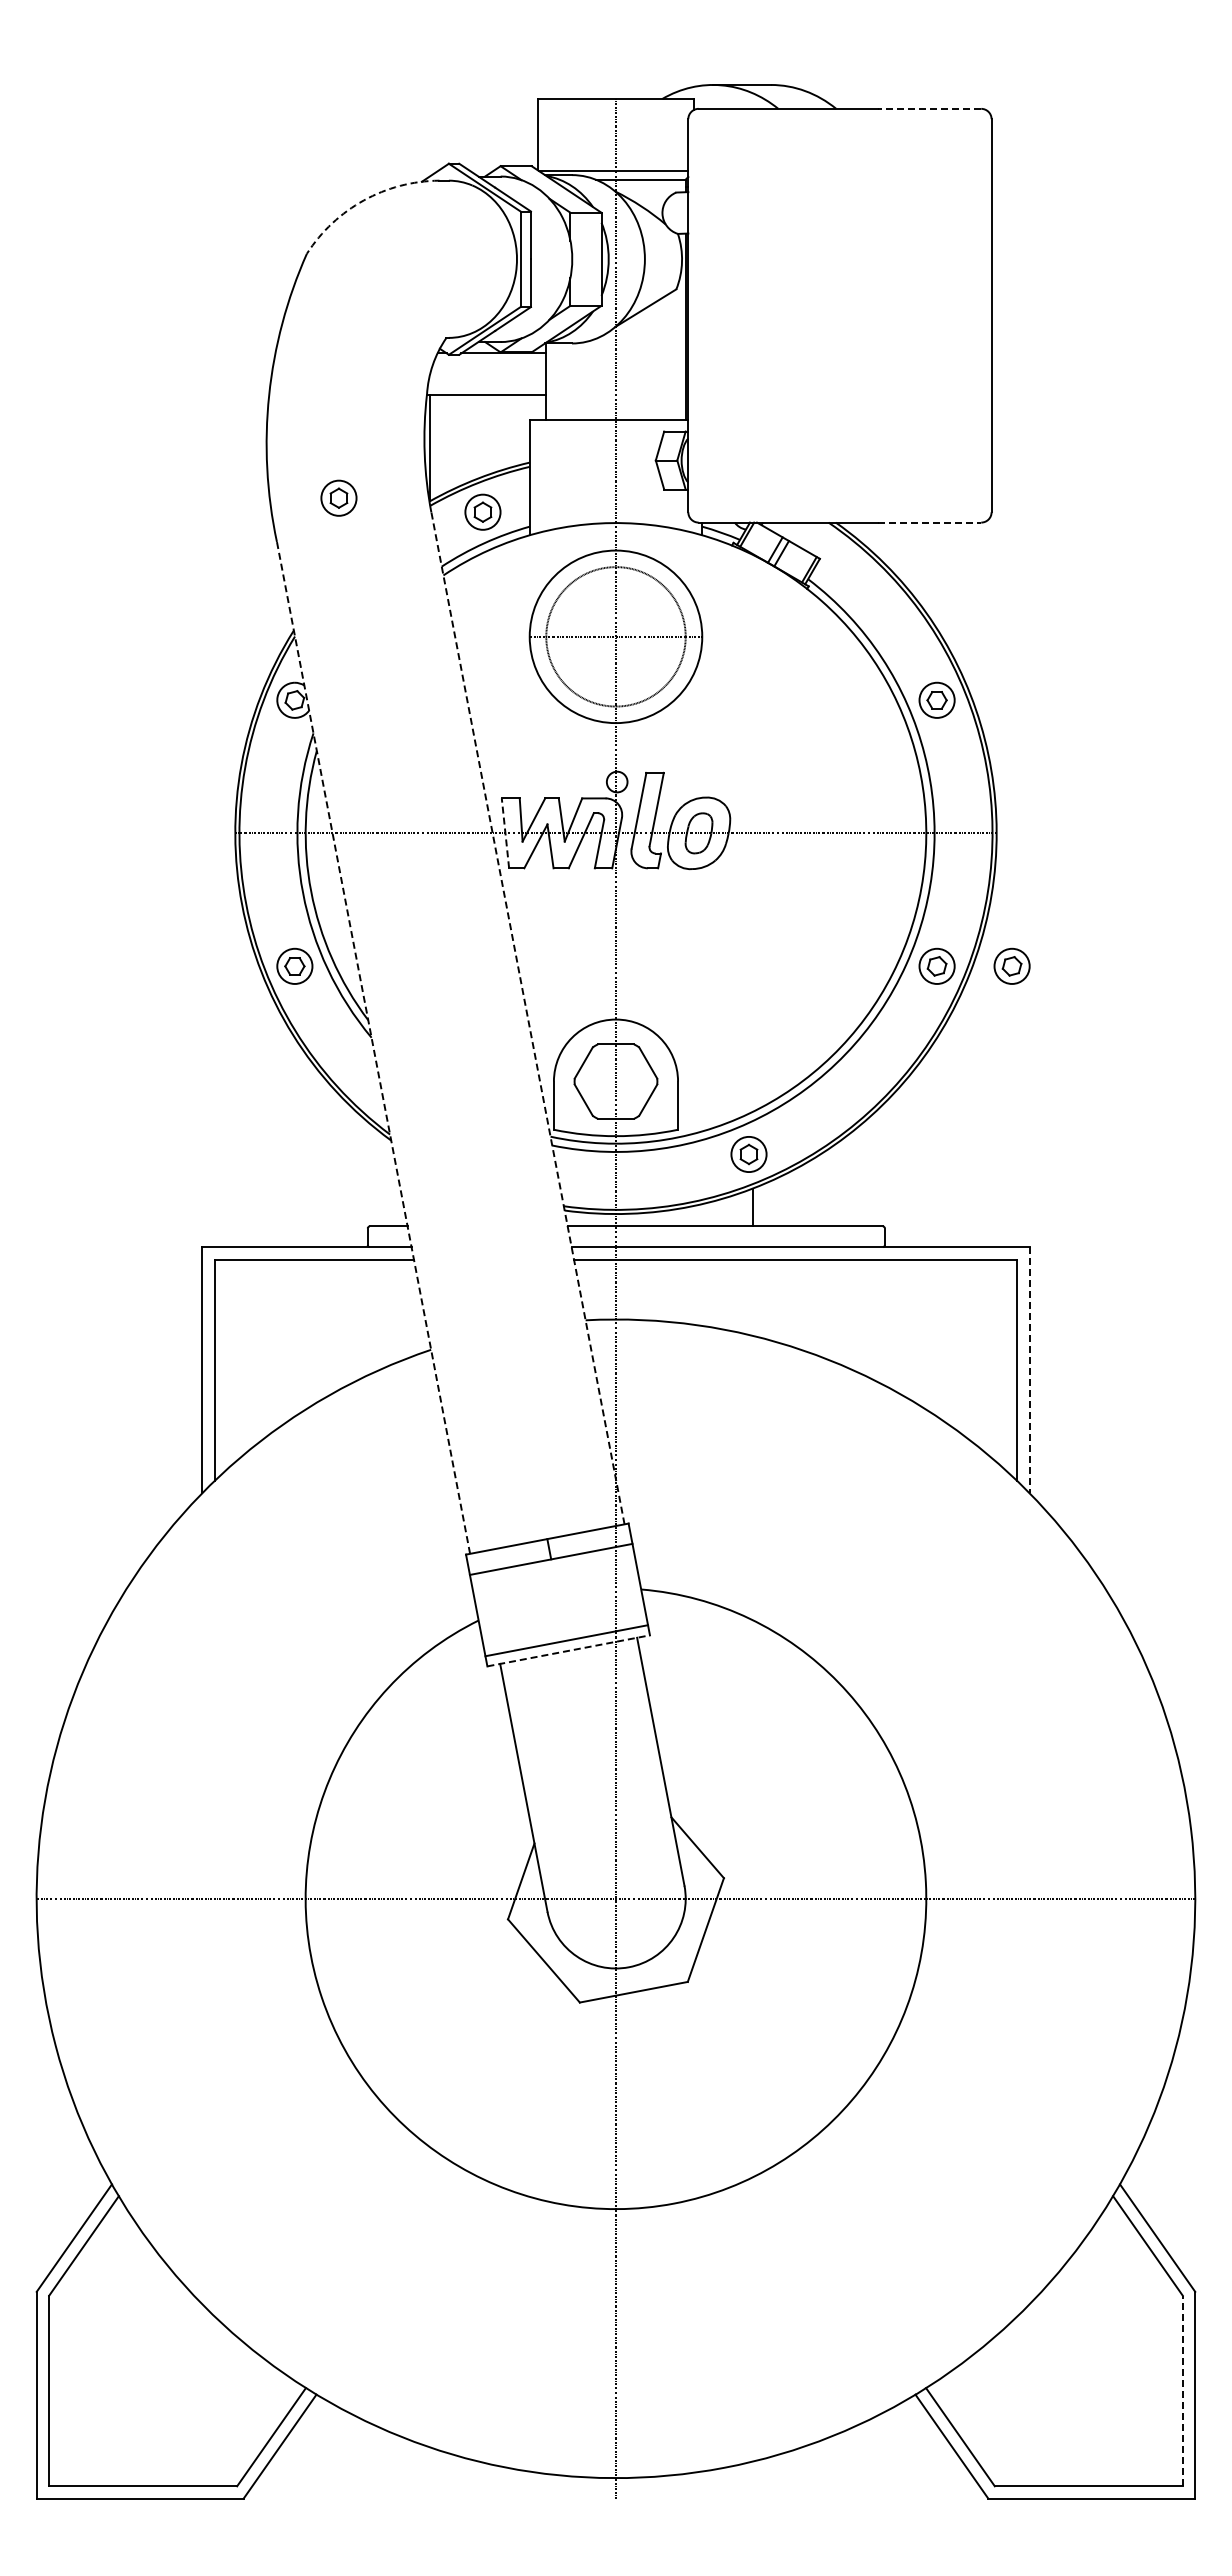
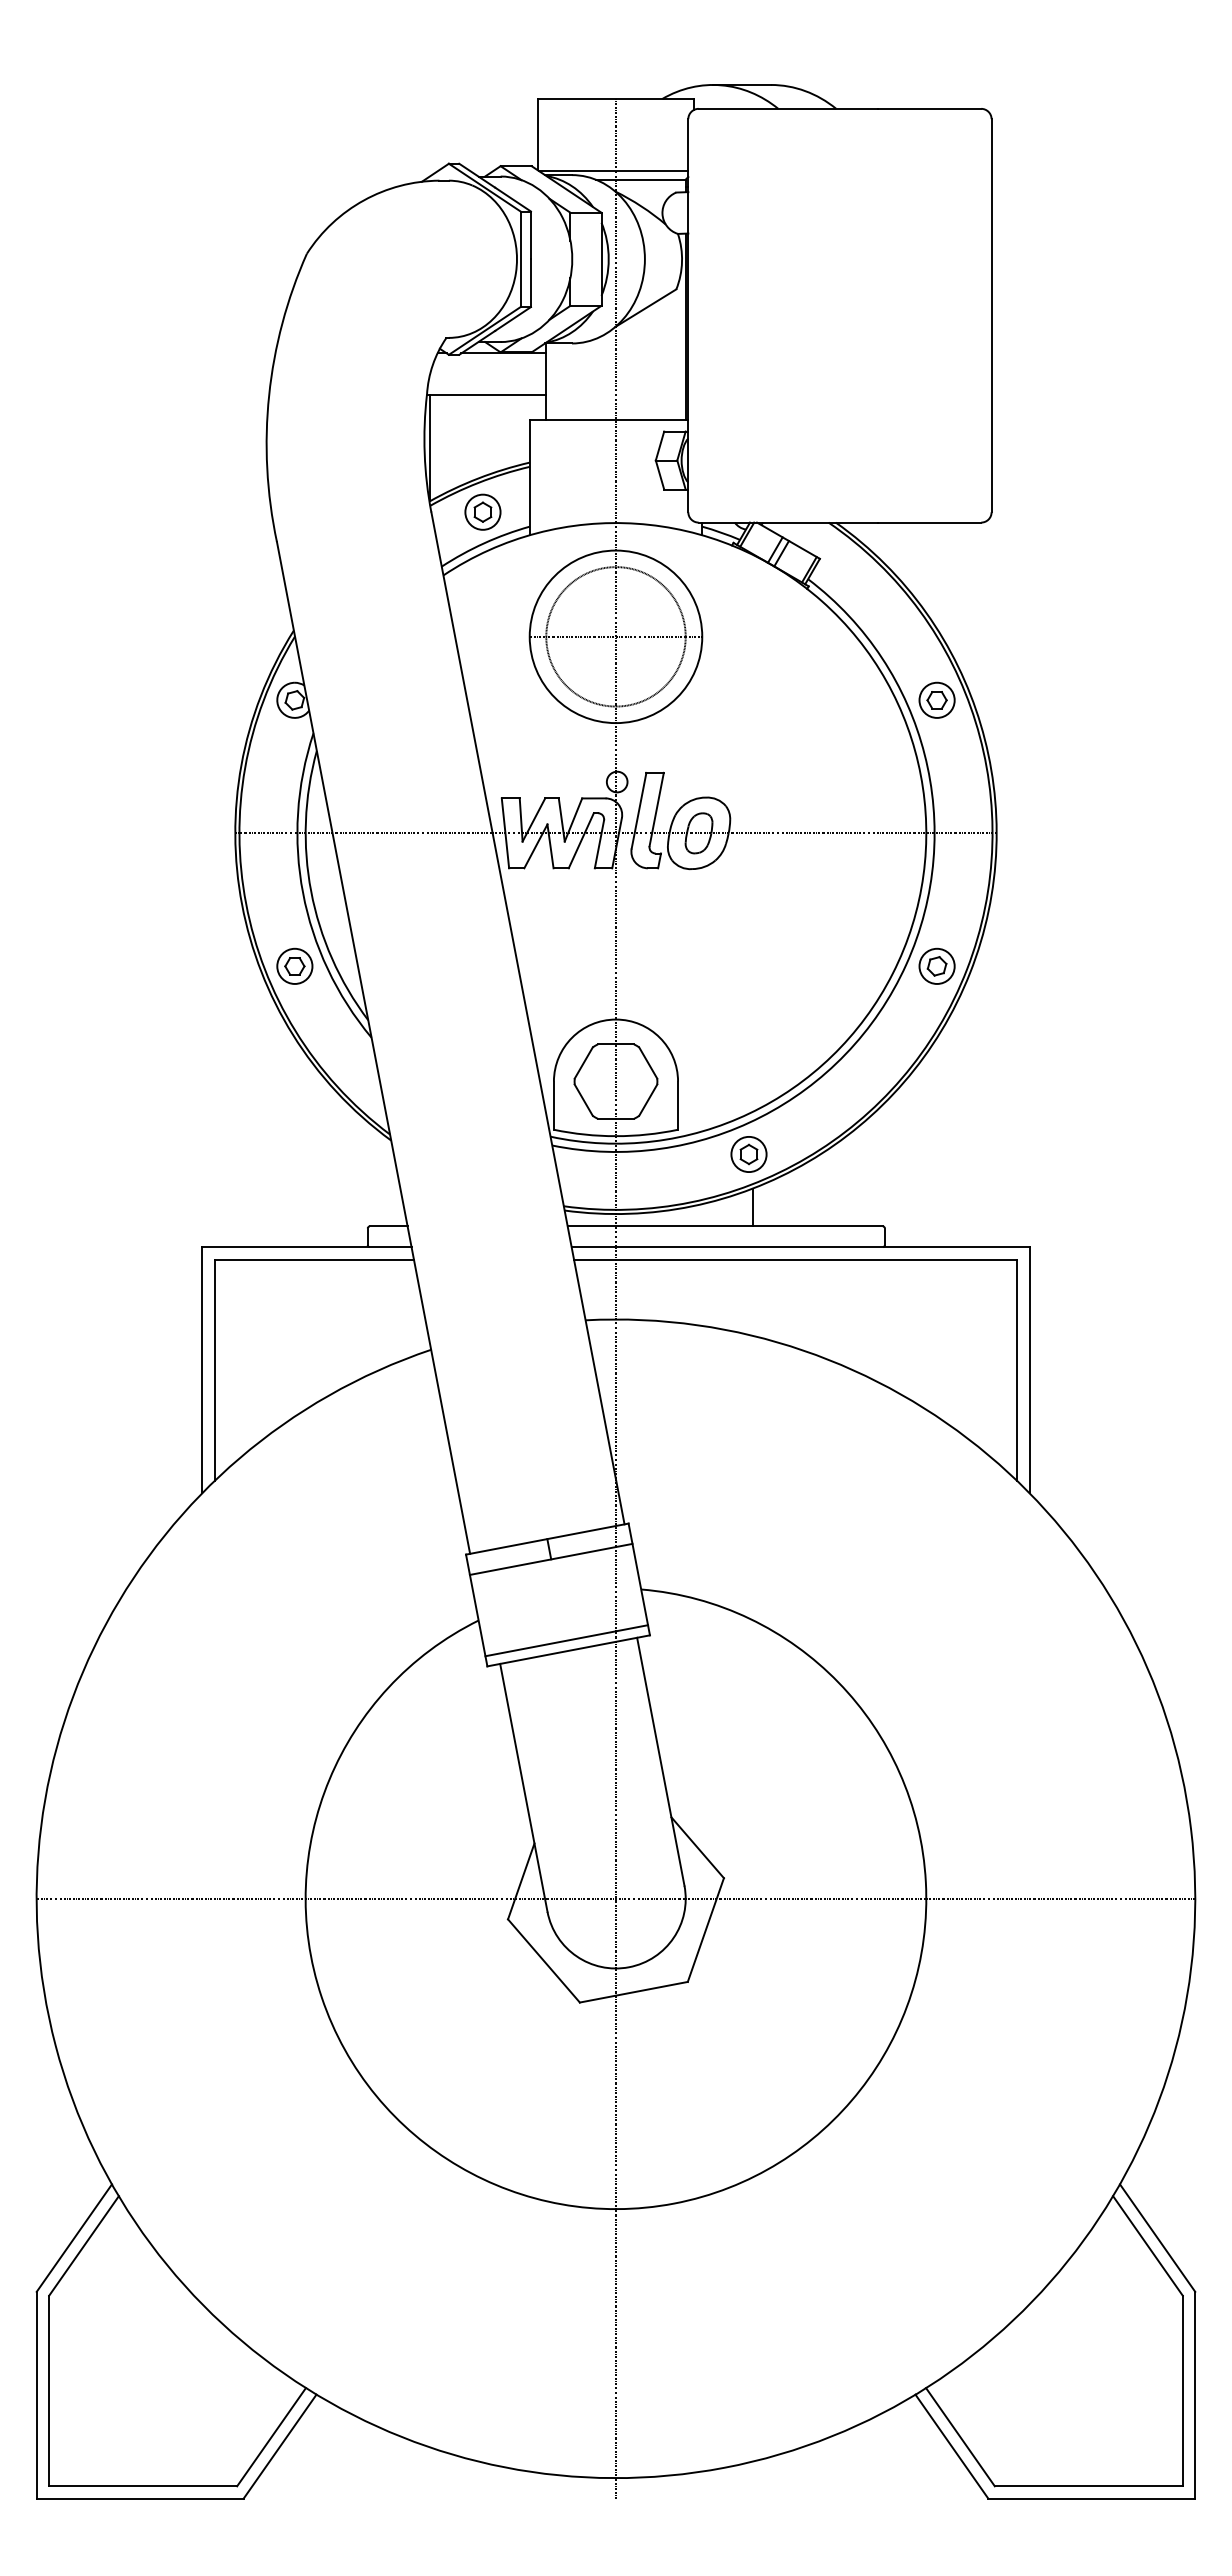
line at (929, 108): dashed -> solid
arc at (363, 200): dashed -> solid
part at (338, 497): present -> none
line at (929, 522): dashed -> solid
line at (505, 832): dashed -> solid
part at (1011, 965): present -> none
line at (527, 1017): dashed -> solid
line at (373, 1047): dashed -> solid
line at (1029, 1370): dashed -> solid
line at (568, 1650): dashed -> solid
line at (1182, 2390): dashed -> solid
